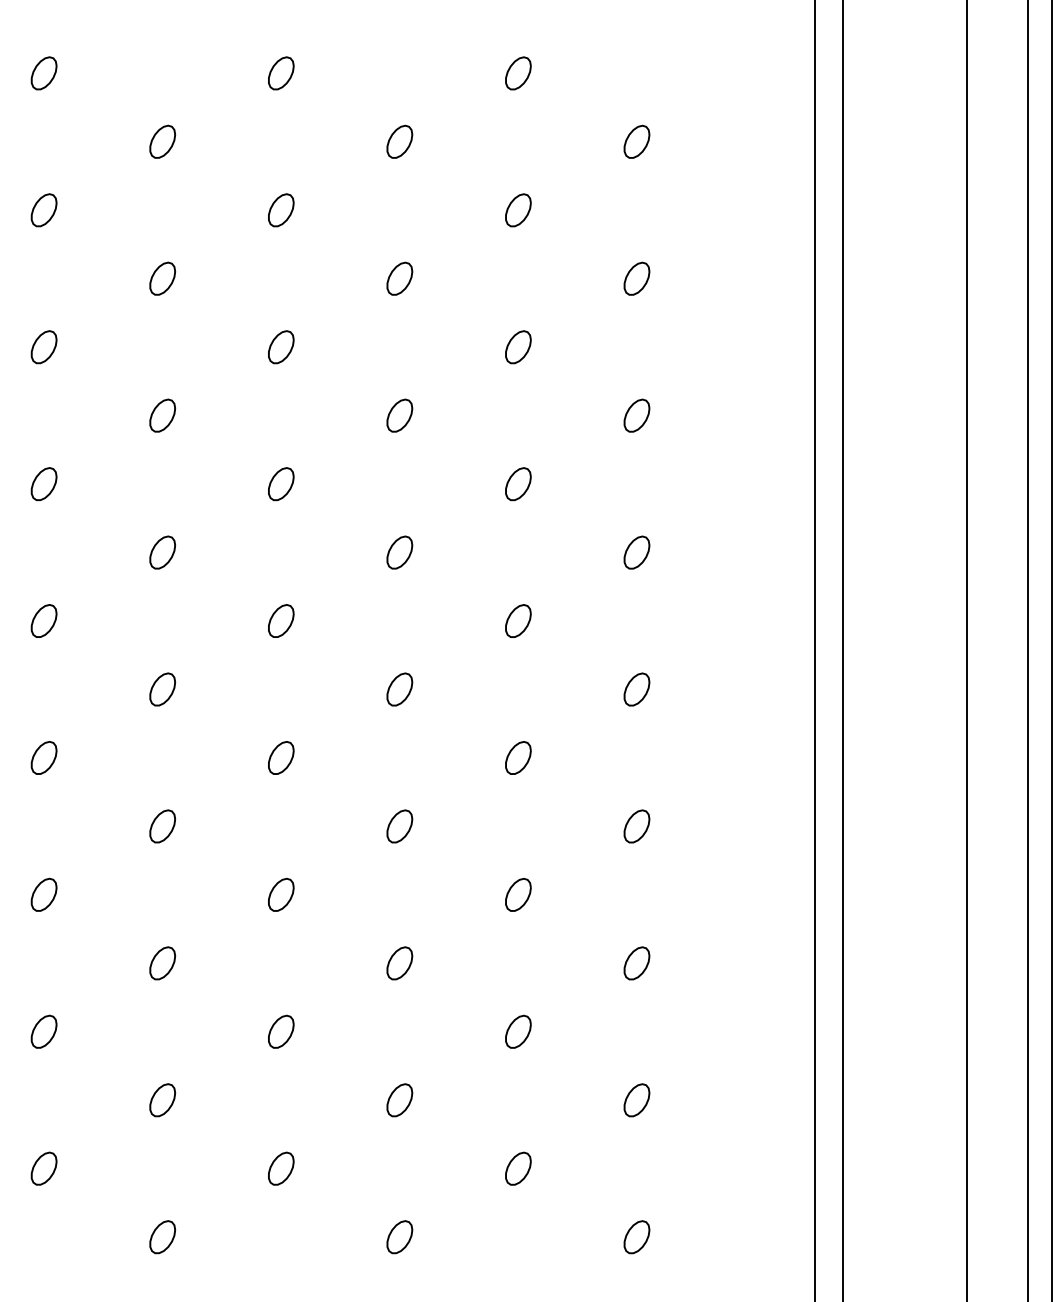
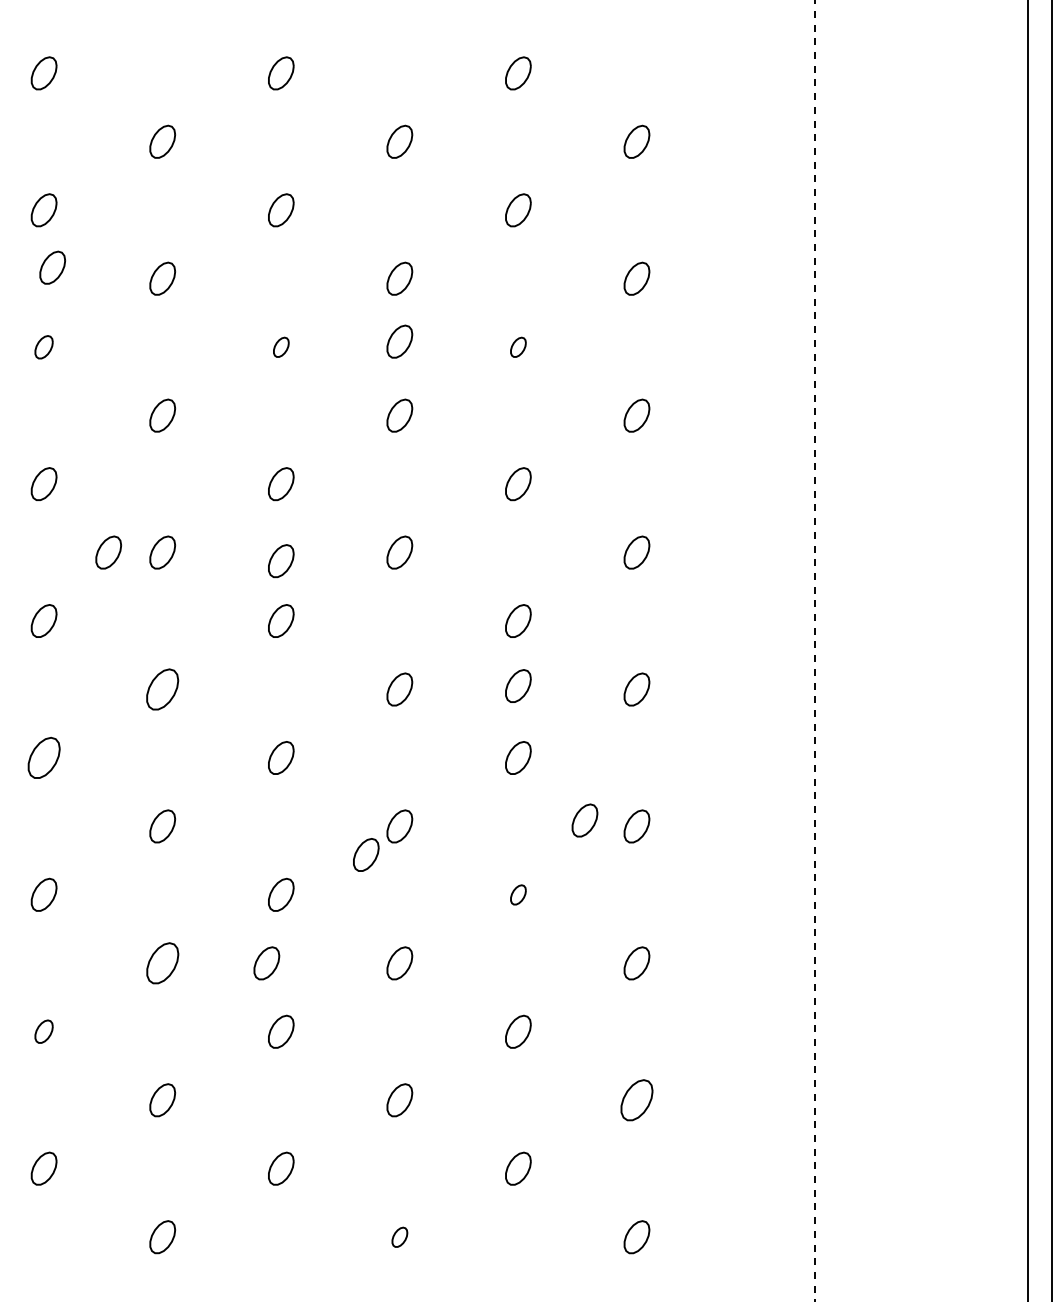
part at (52, 267): none -> present
part at (399, 341): none -> present
part at (43, 347) size: 28x35 px -> 20x25 px
part at (281, 347) size: 27x35 px -> 17x22 px
part at (518, 347) size: 27x35 px -> 17x22 px
part at (108, 552): none -> present
part at (281, 561): none -> present
line at (814, 650): solid -> dashed
line at (843, 650): present -> none
line at (966, 650): present -> none
part at (518, 685): none -> present
part at (162, 689) size: 28x35 px -> 34x43 px
part at (43, 757) size: 28x34 px -> 34x43 px
part at (584, 820): none -> present
part at (366, 854): none -> present
part at (518, 894) size: 27x34 px -> 17x22 px
part at (162, 963) size: 27x35 px -> 34x43 px
part at (266, 963): none -> present
part at (43, 1031) size: 28x35 px -> 20x25 px
part at (636, 1100) size: 28x35 px -> 34x43 px
part at (399, 1237) size: 28x35 px -> 18x22 px
